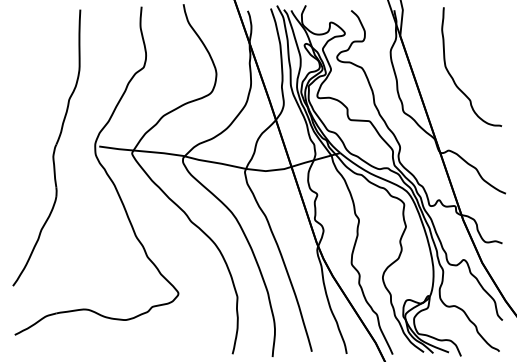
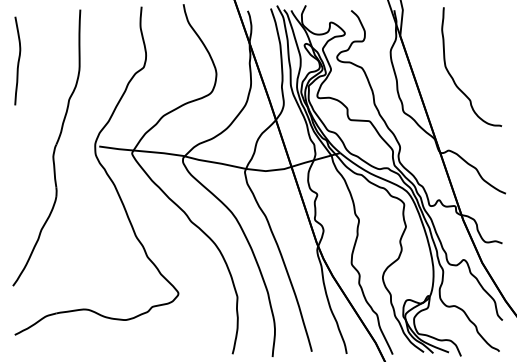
curve at (18, 60): none -> present
